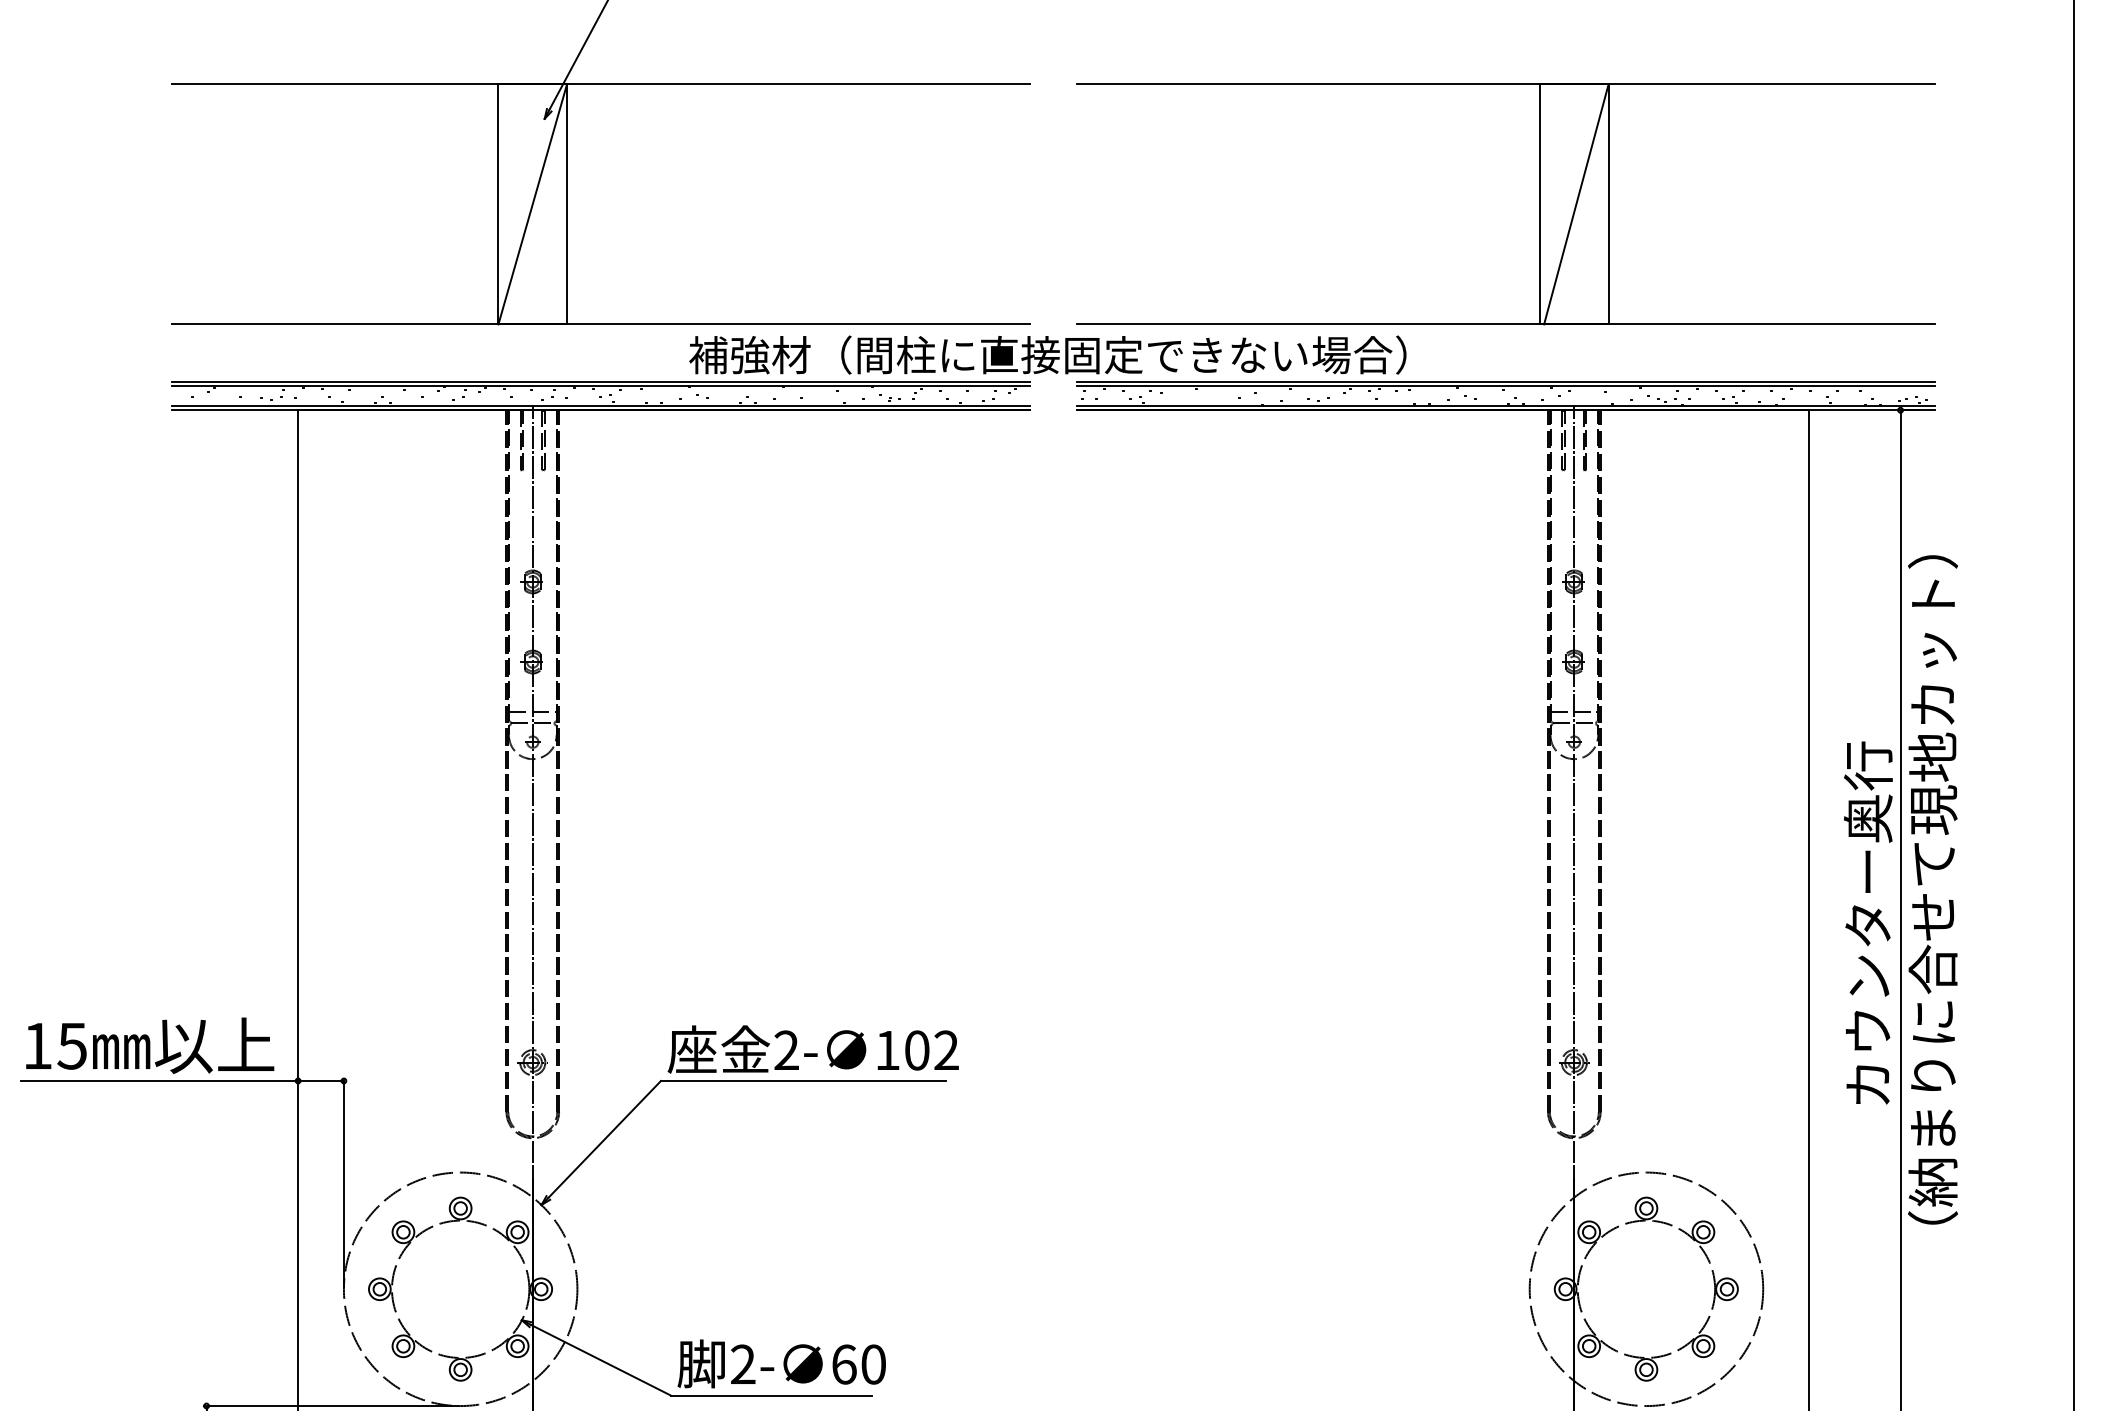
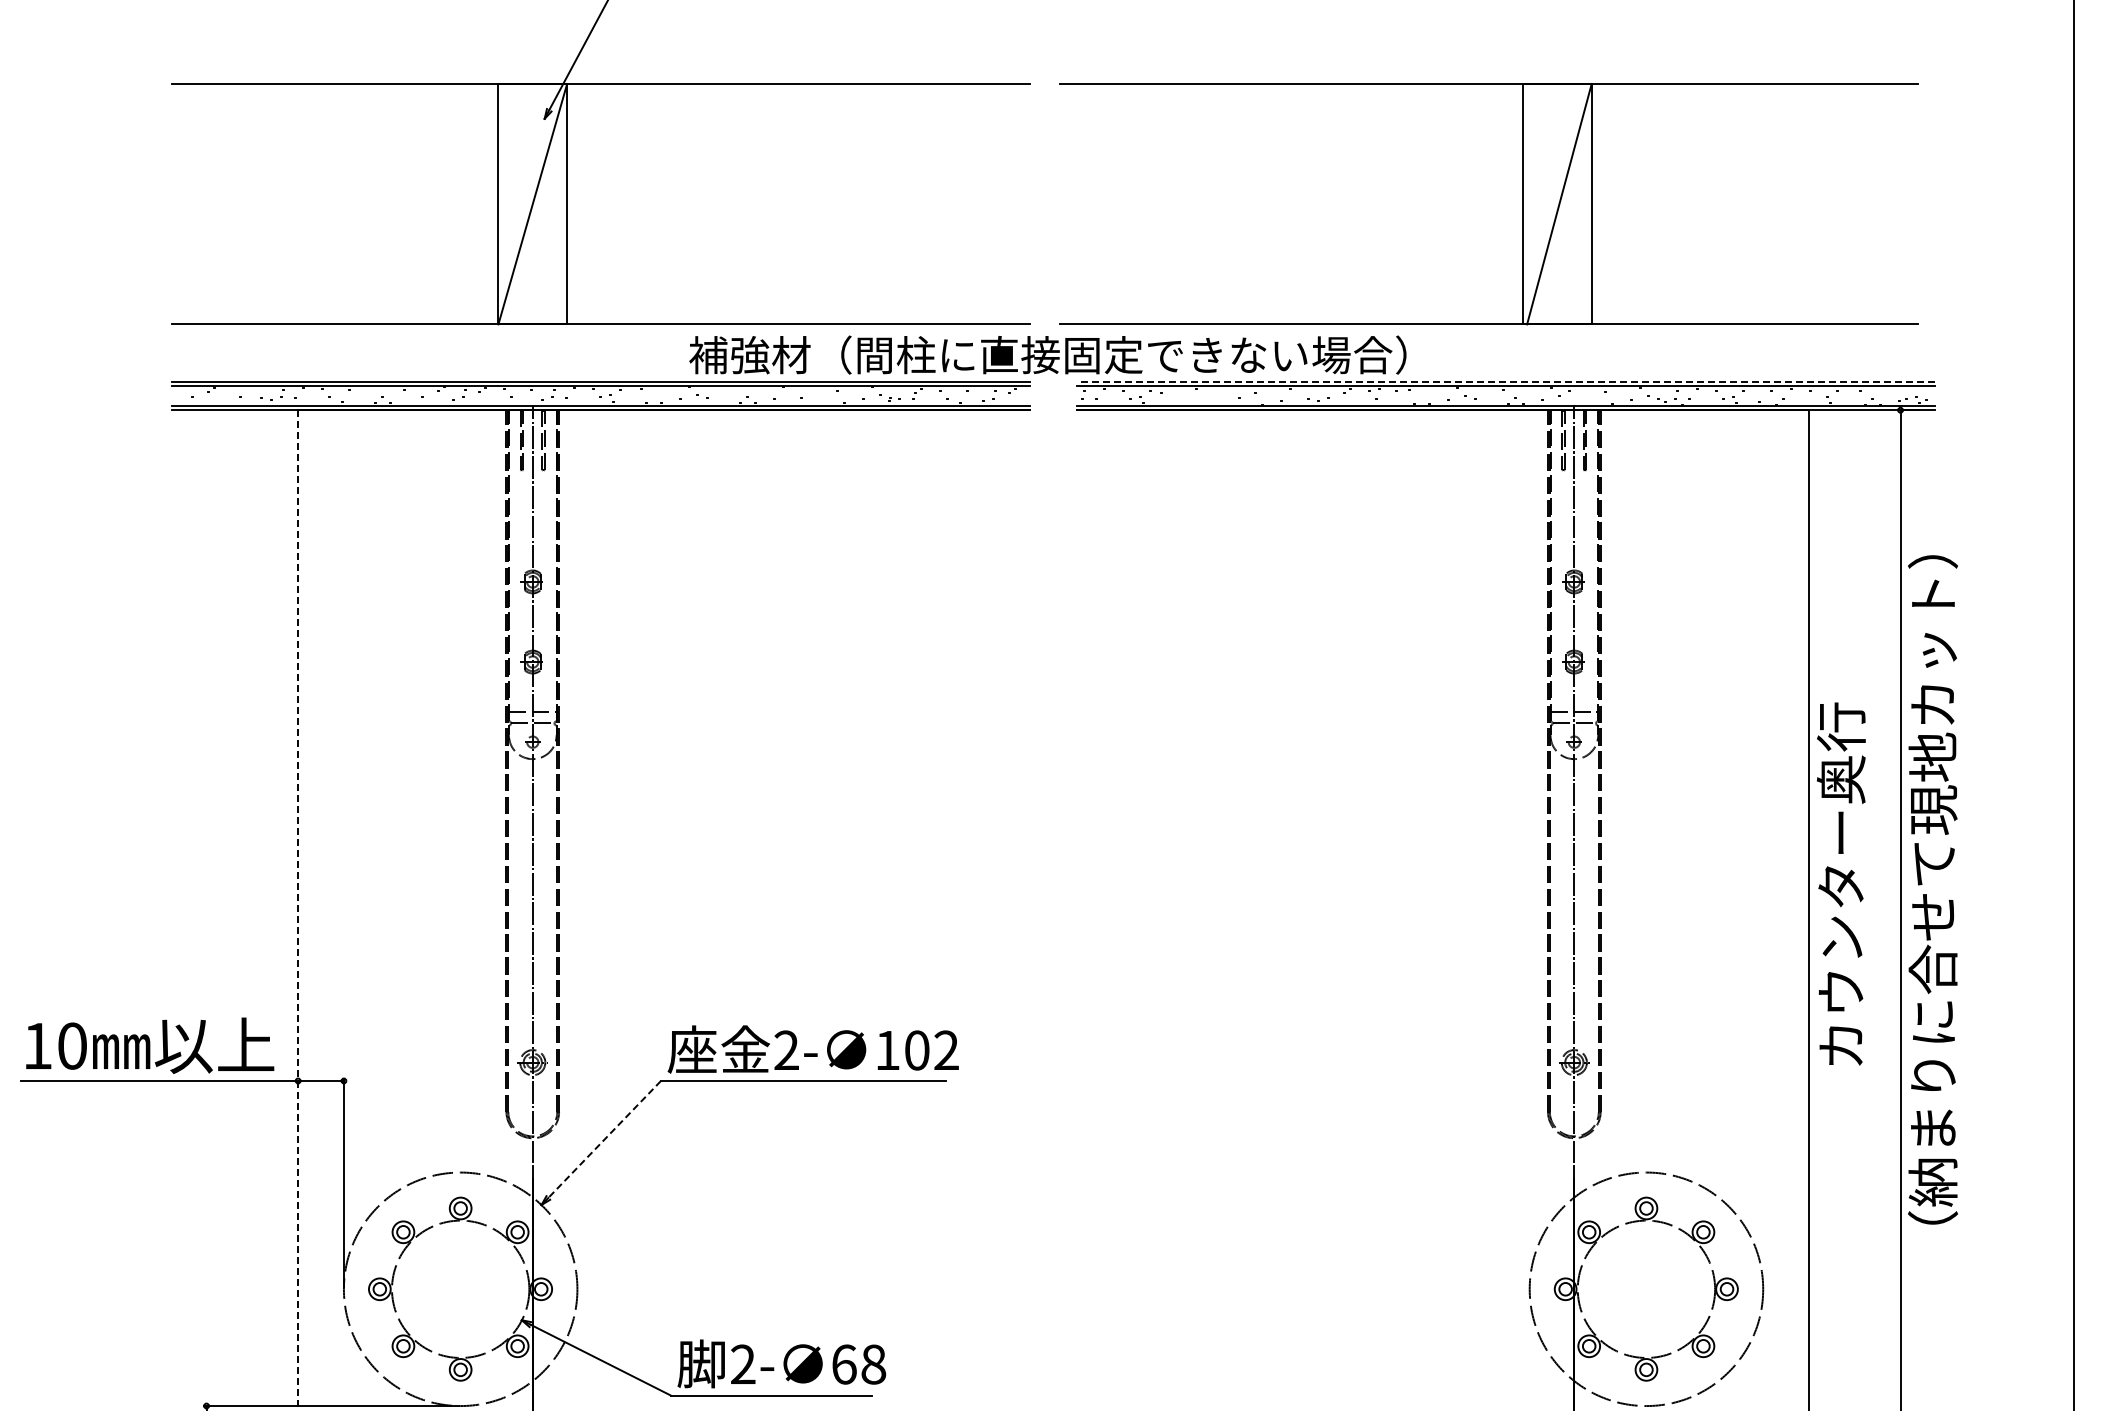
part at (1539, 204) position: (1539, 204) -> (1522, 204)
line at (1505, 381): solid -> dashed
line at (298, 911): solid -> dashed
text at (1868, 922) position: (1868, 922) -> (1841, 883)
text at (71, 1045): 15 -> 10
line at (604, 1139): solid -> dashed
text at (873, 1364): 60 -> 68
